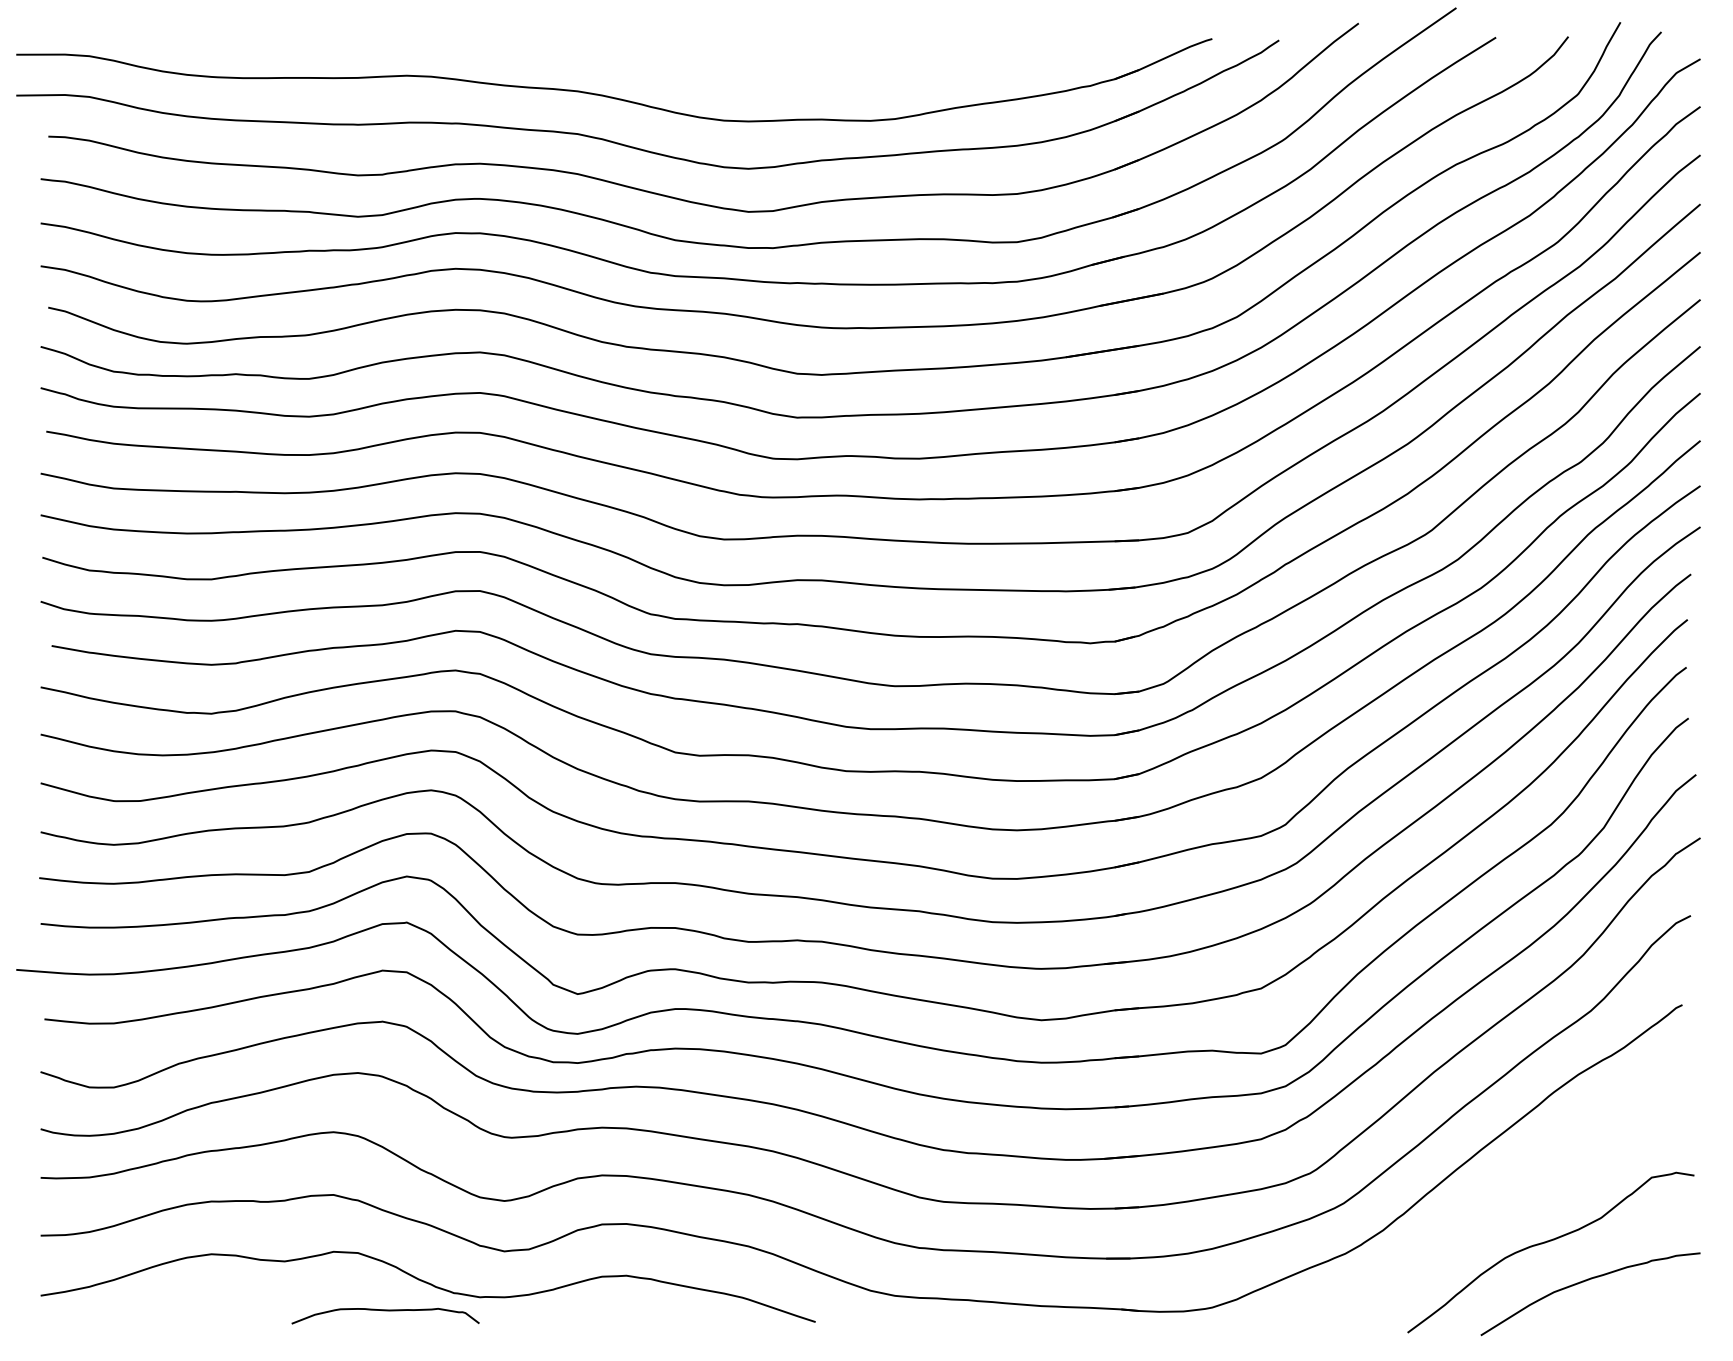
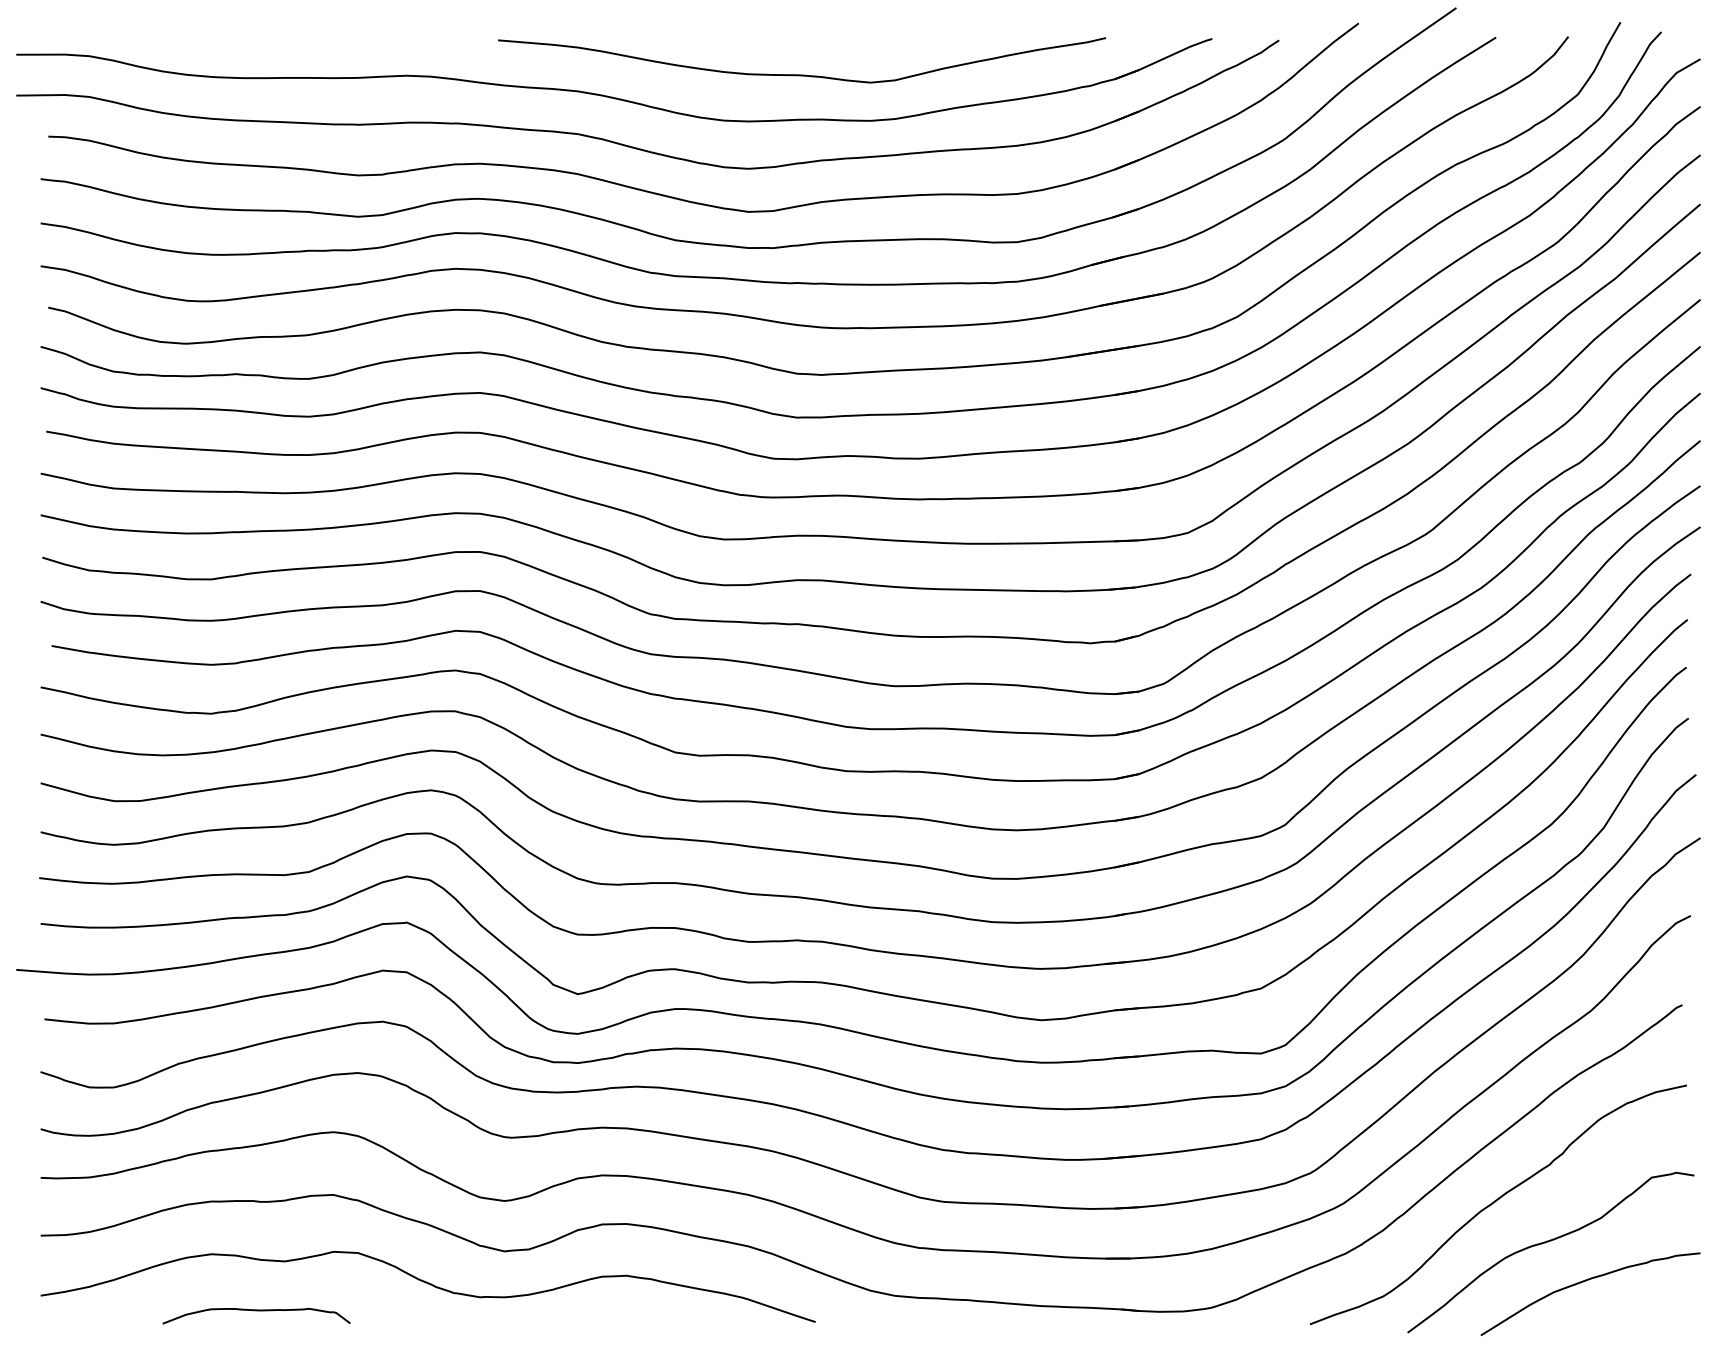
curve at (802, 74): none -> present
curve at (1495, 1202): none -> present
curve at (385, 1311) position: (385, 1311) -> (256, 1311)
